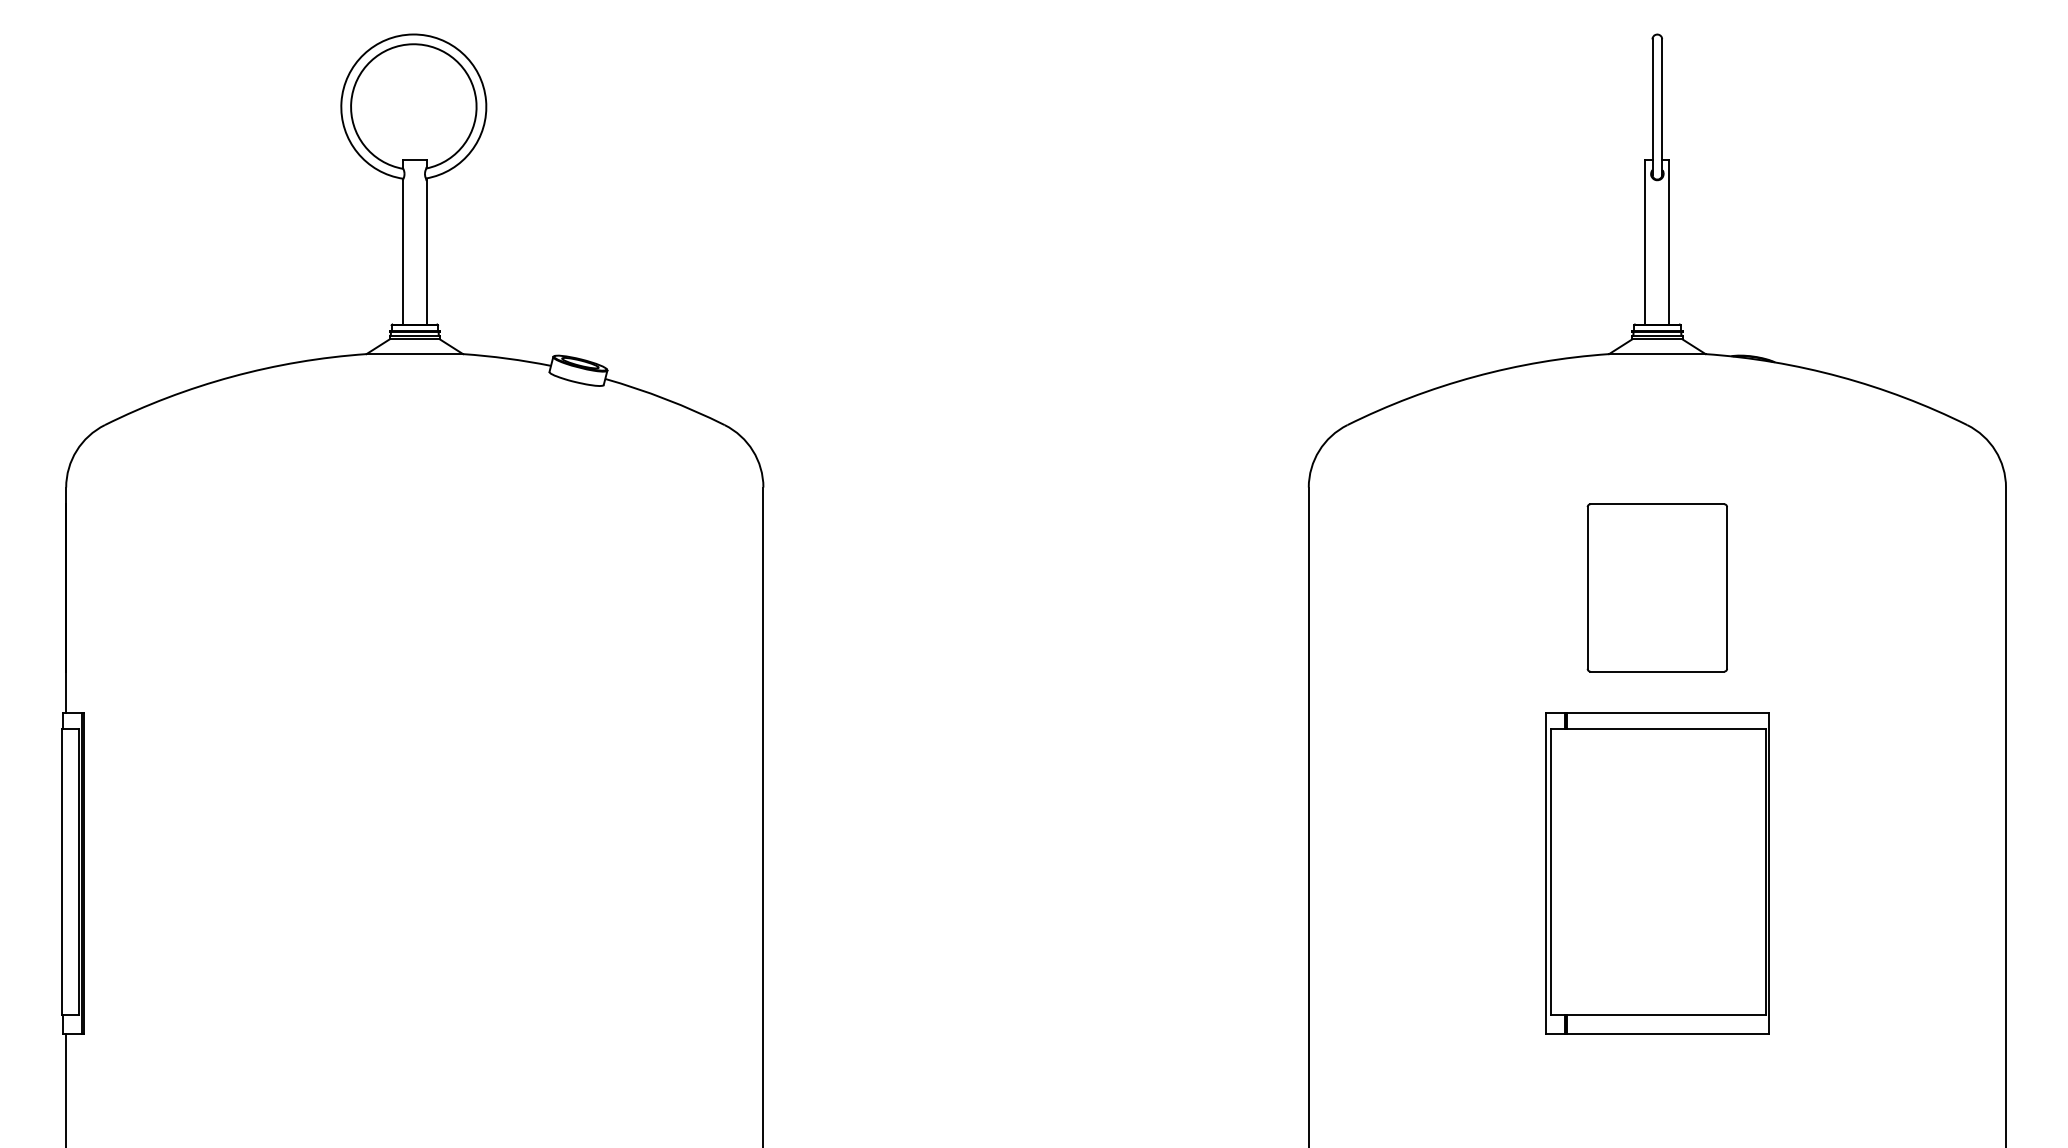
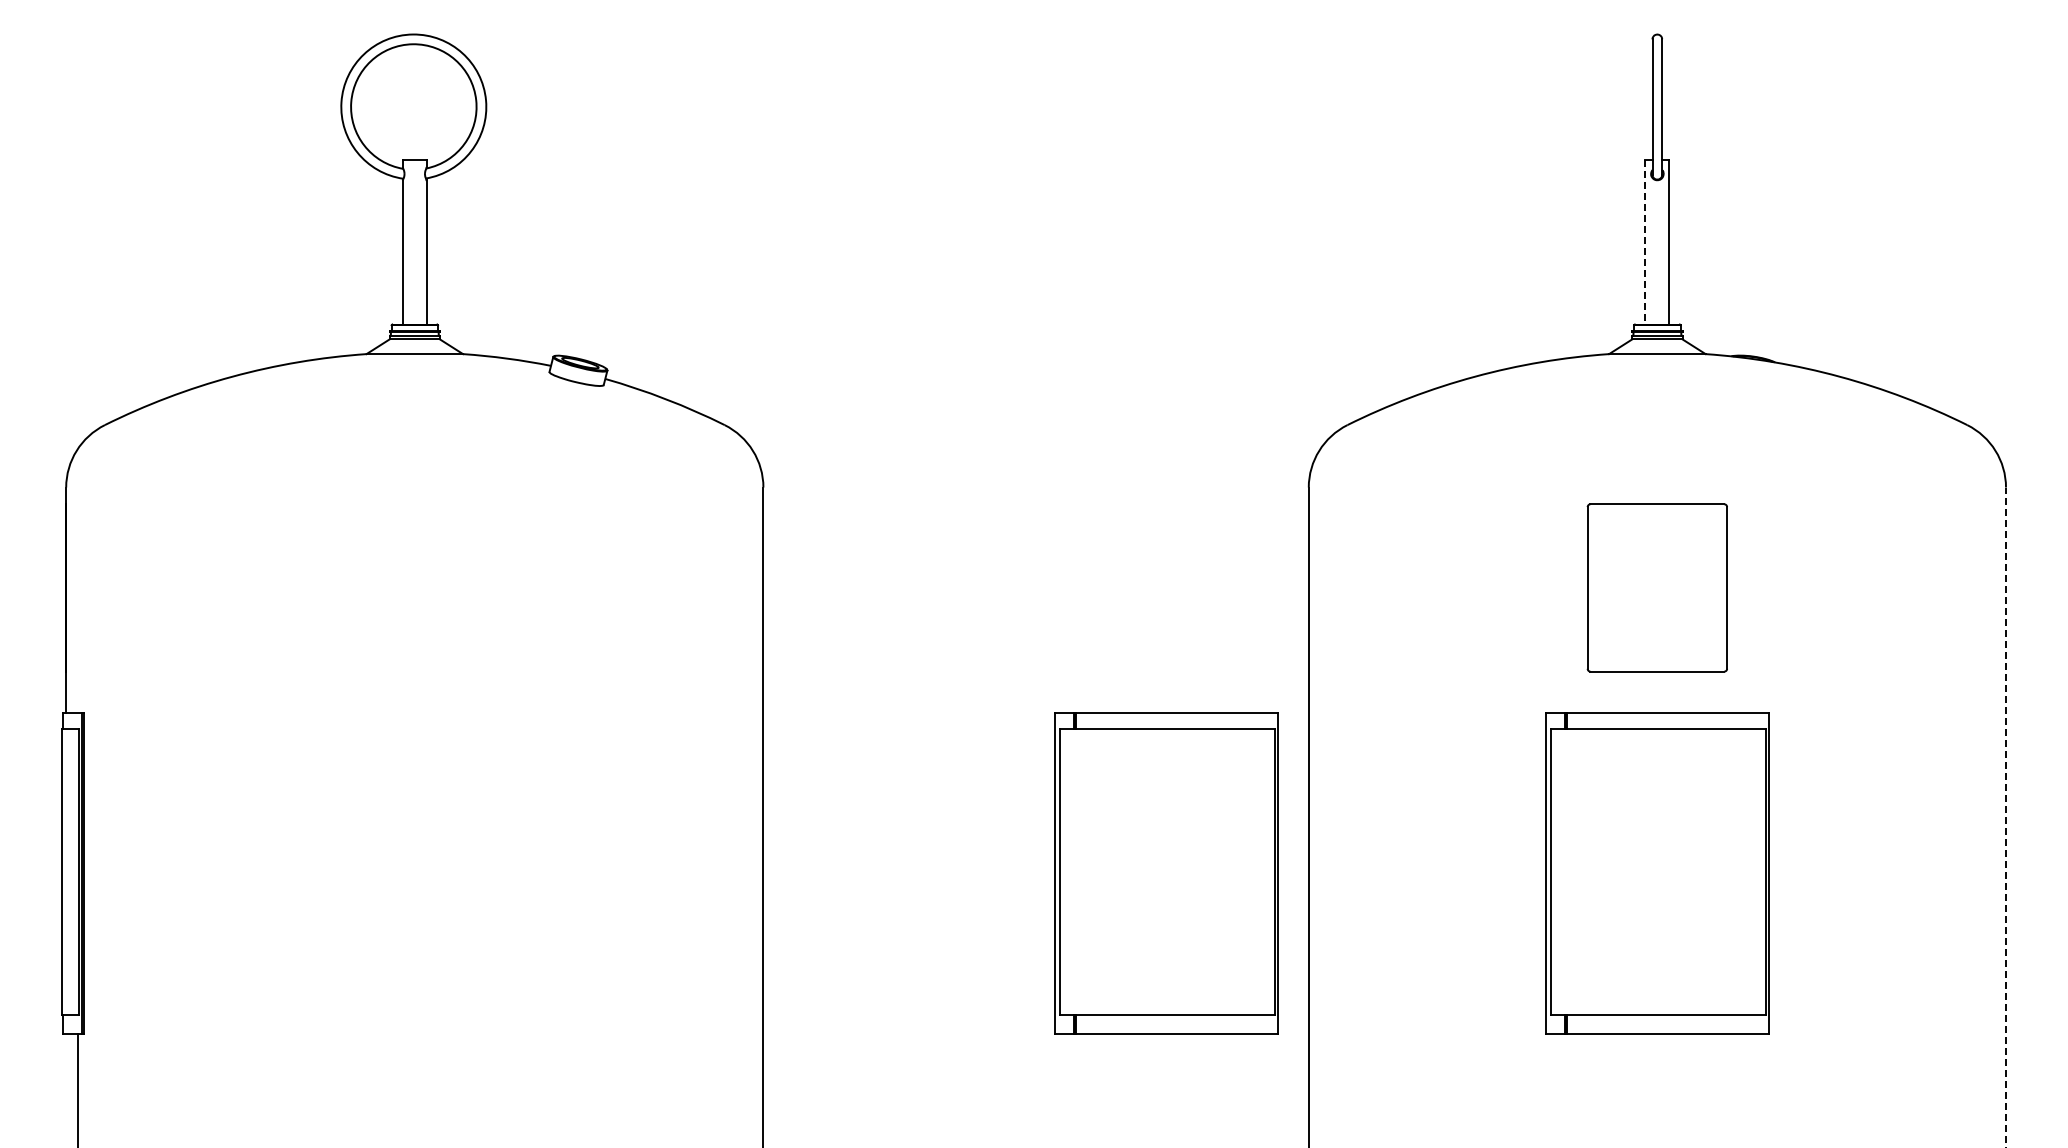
line at (1645, 242): solid -> dashed
line at (2006, 817): solid -> dashed
part at (1166, 873): none -> present
line at (66, 1089) position: (66, 1089) -> (78, 1089)
